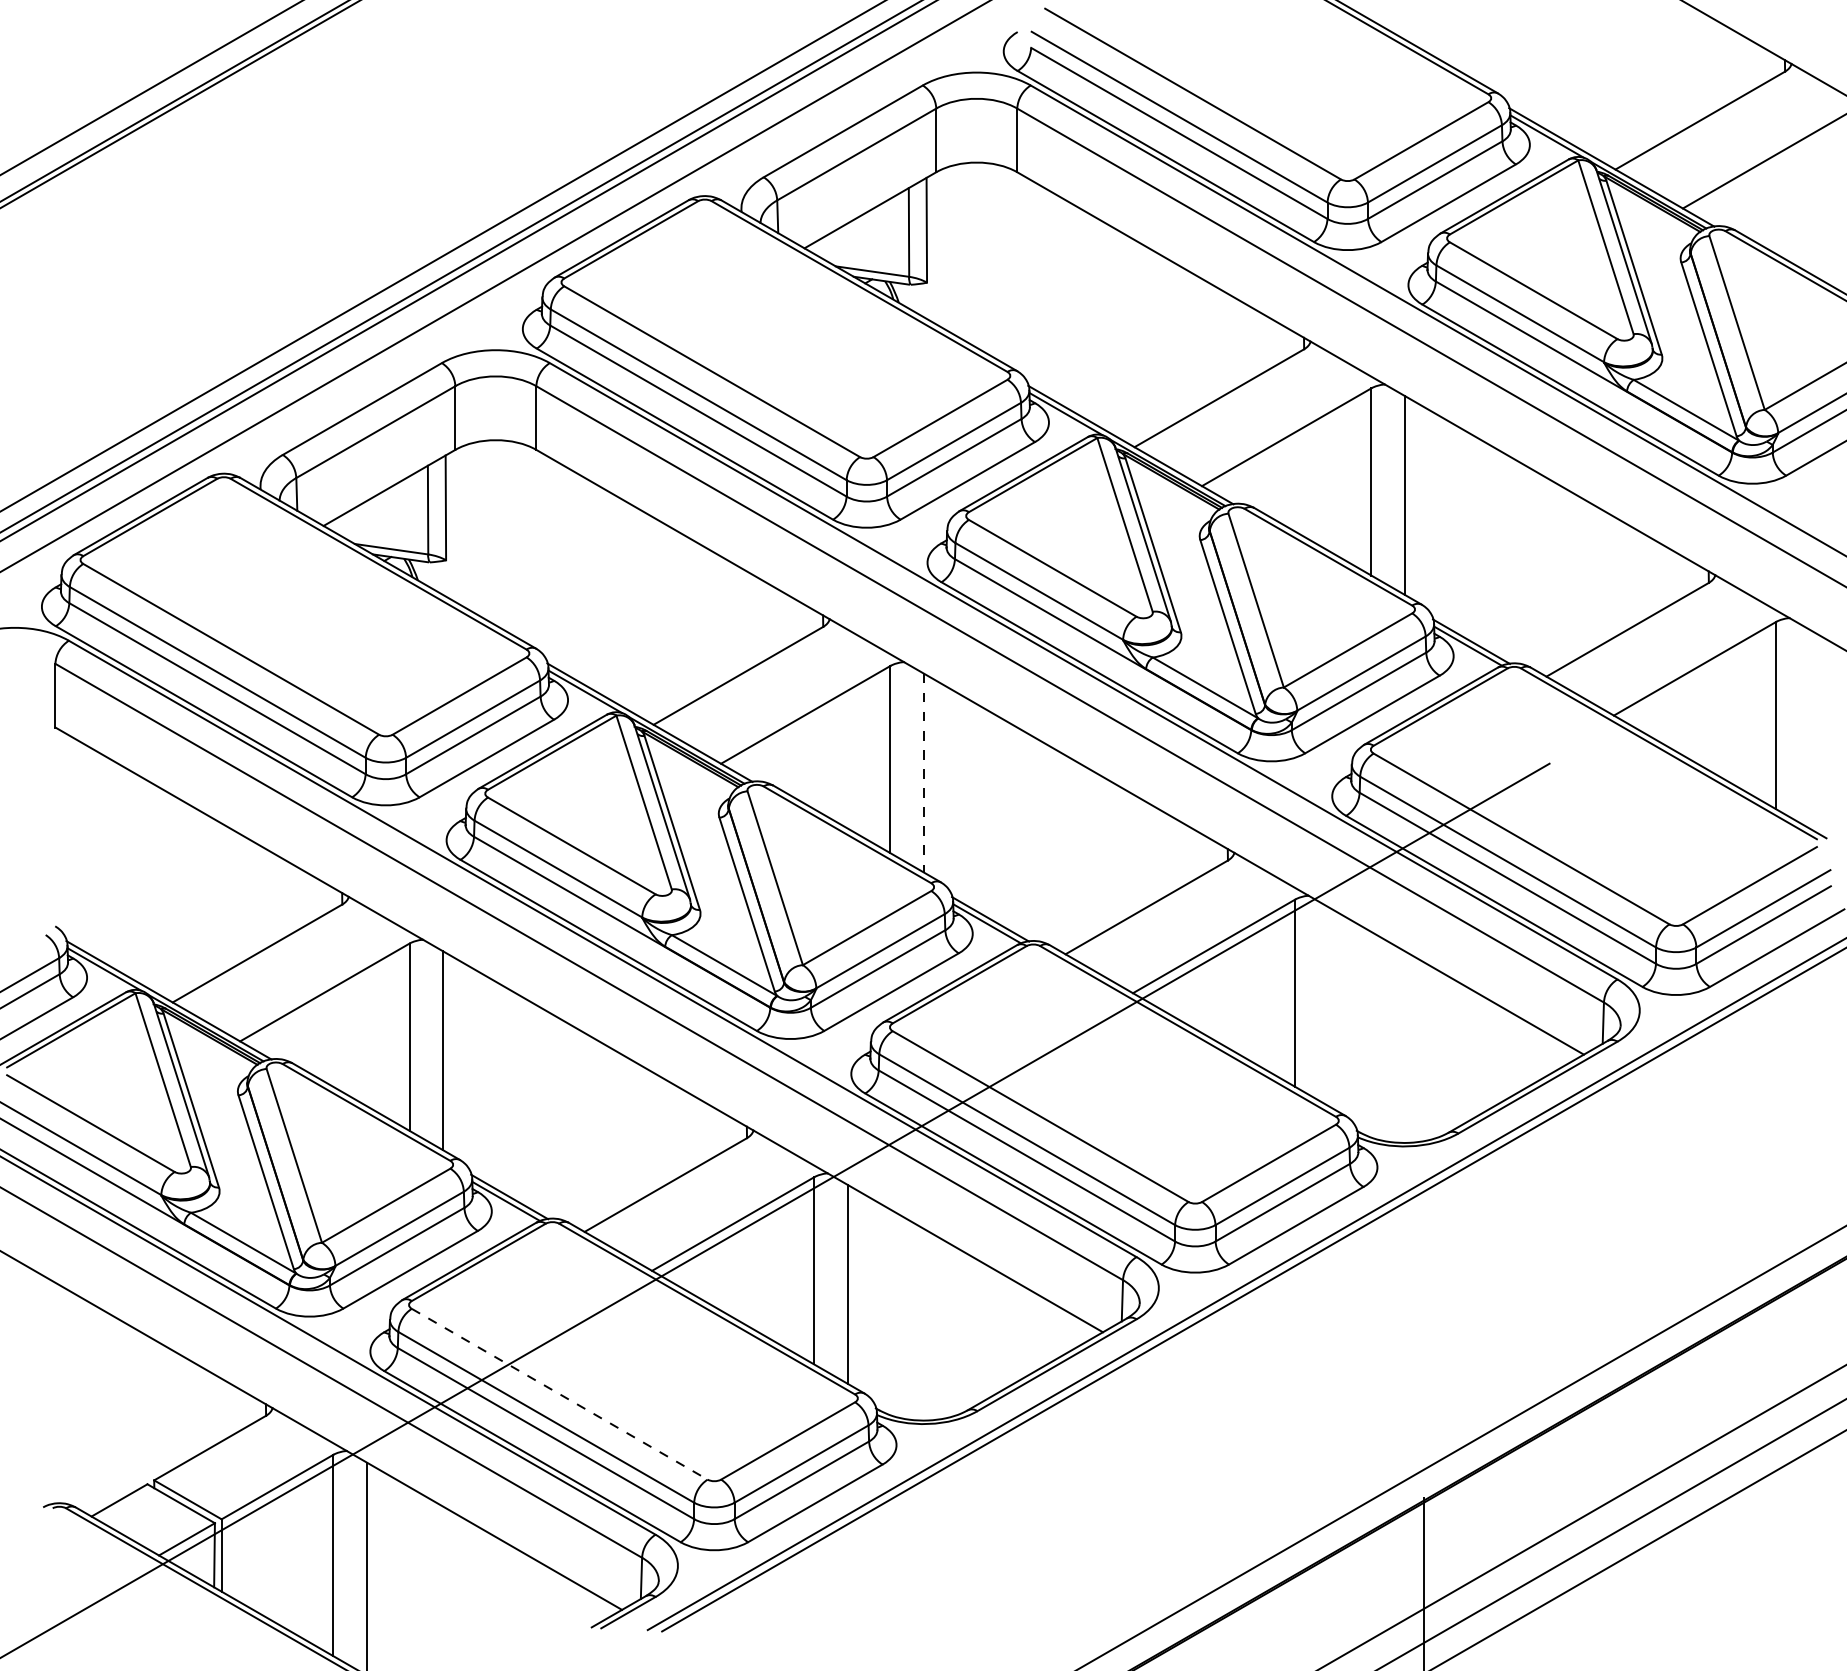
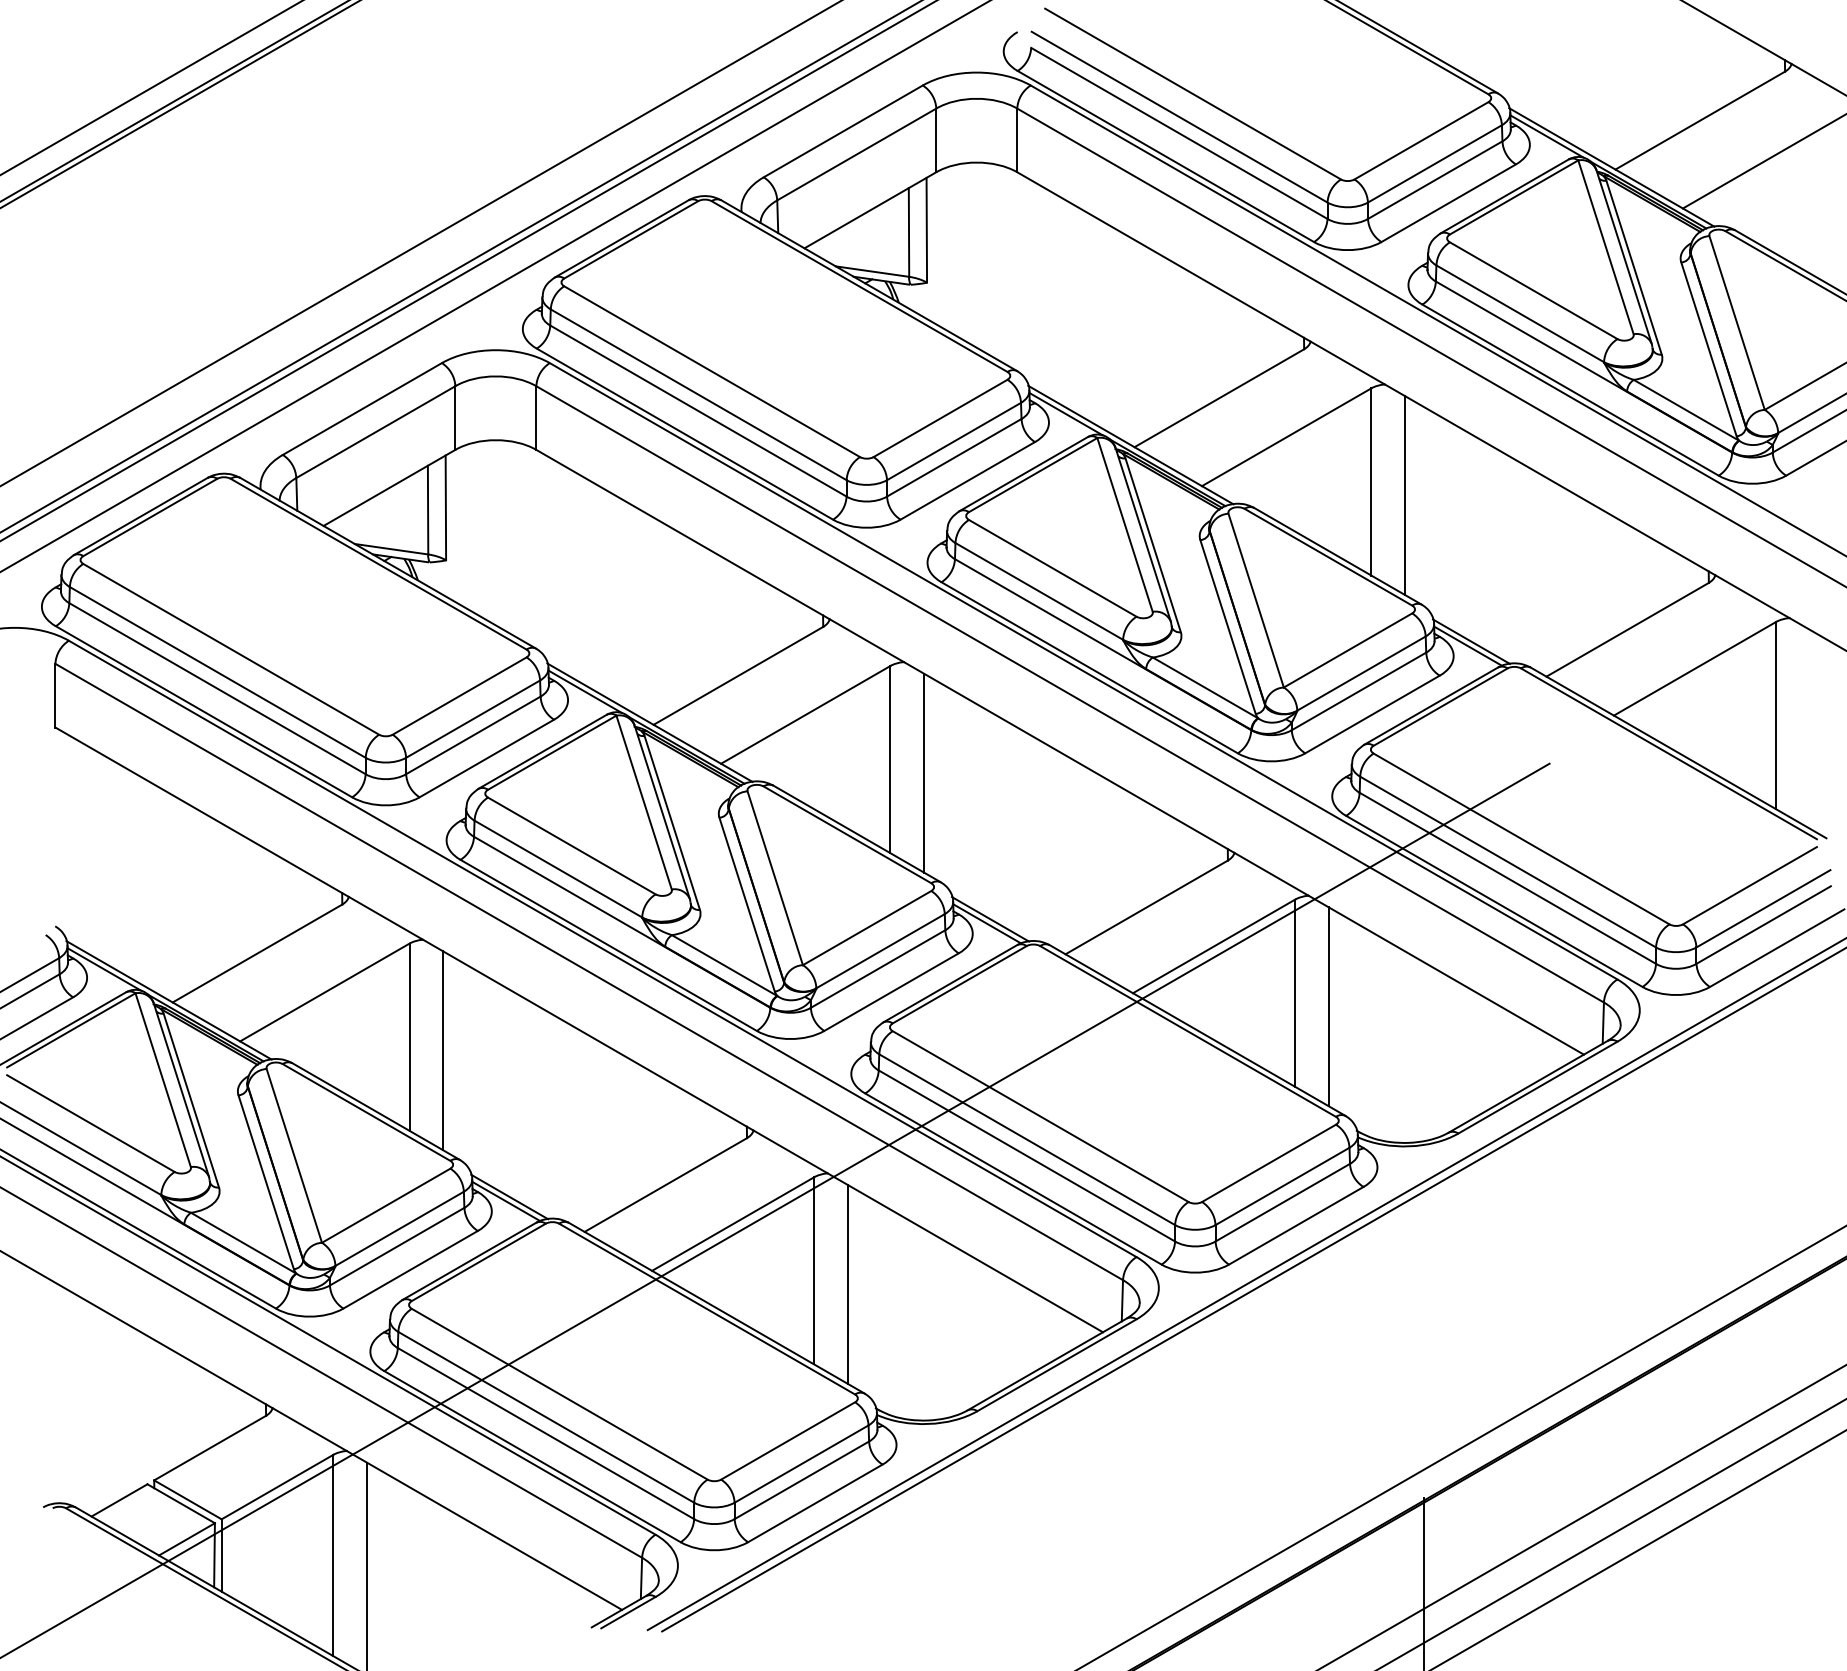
line at (442, 256) position: (442, 256) -> (420, 243)
line at (924, 773): dashed -> solid
line at (1328, 1006): none -> present
line at (559, 1394): dashed -> solid
